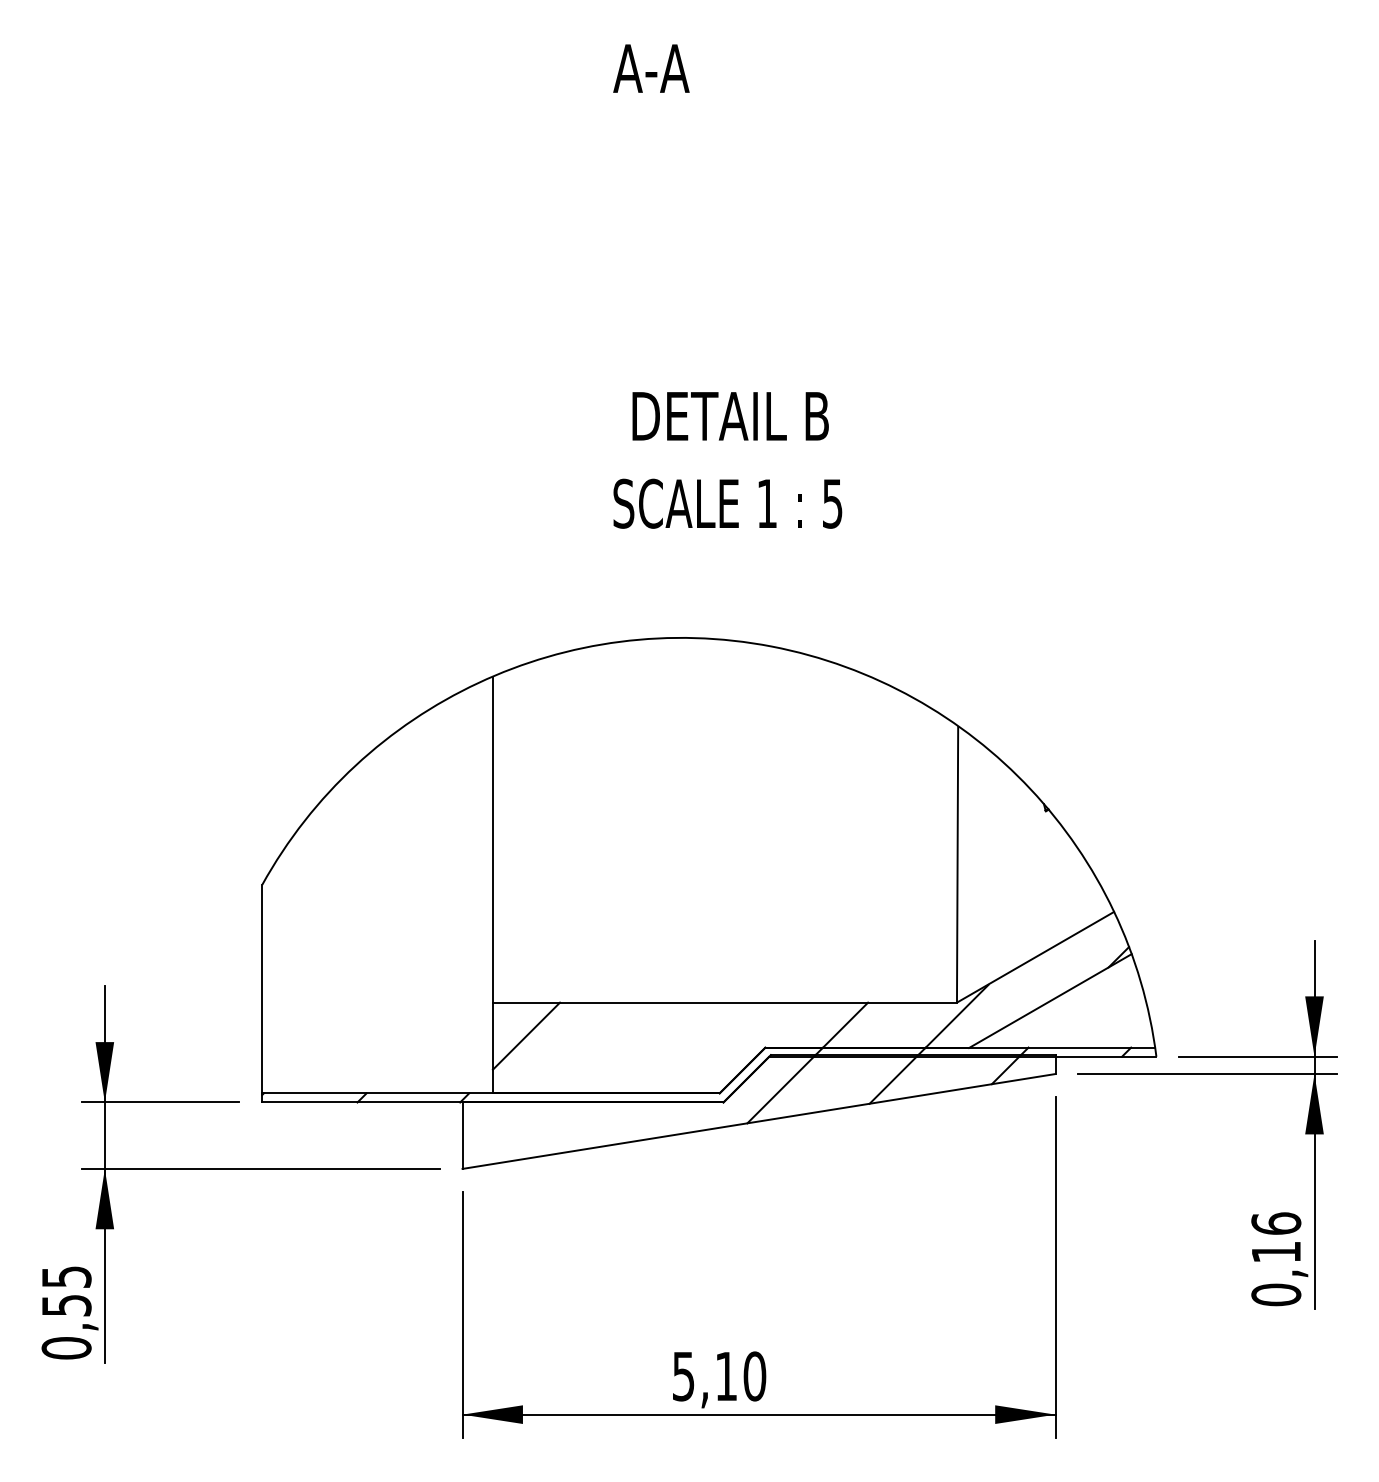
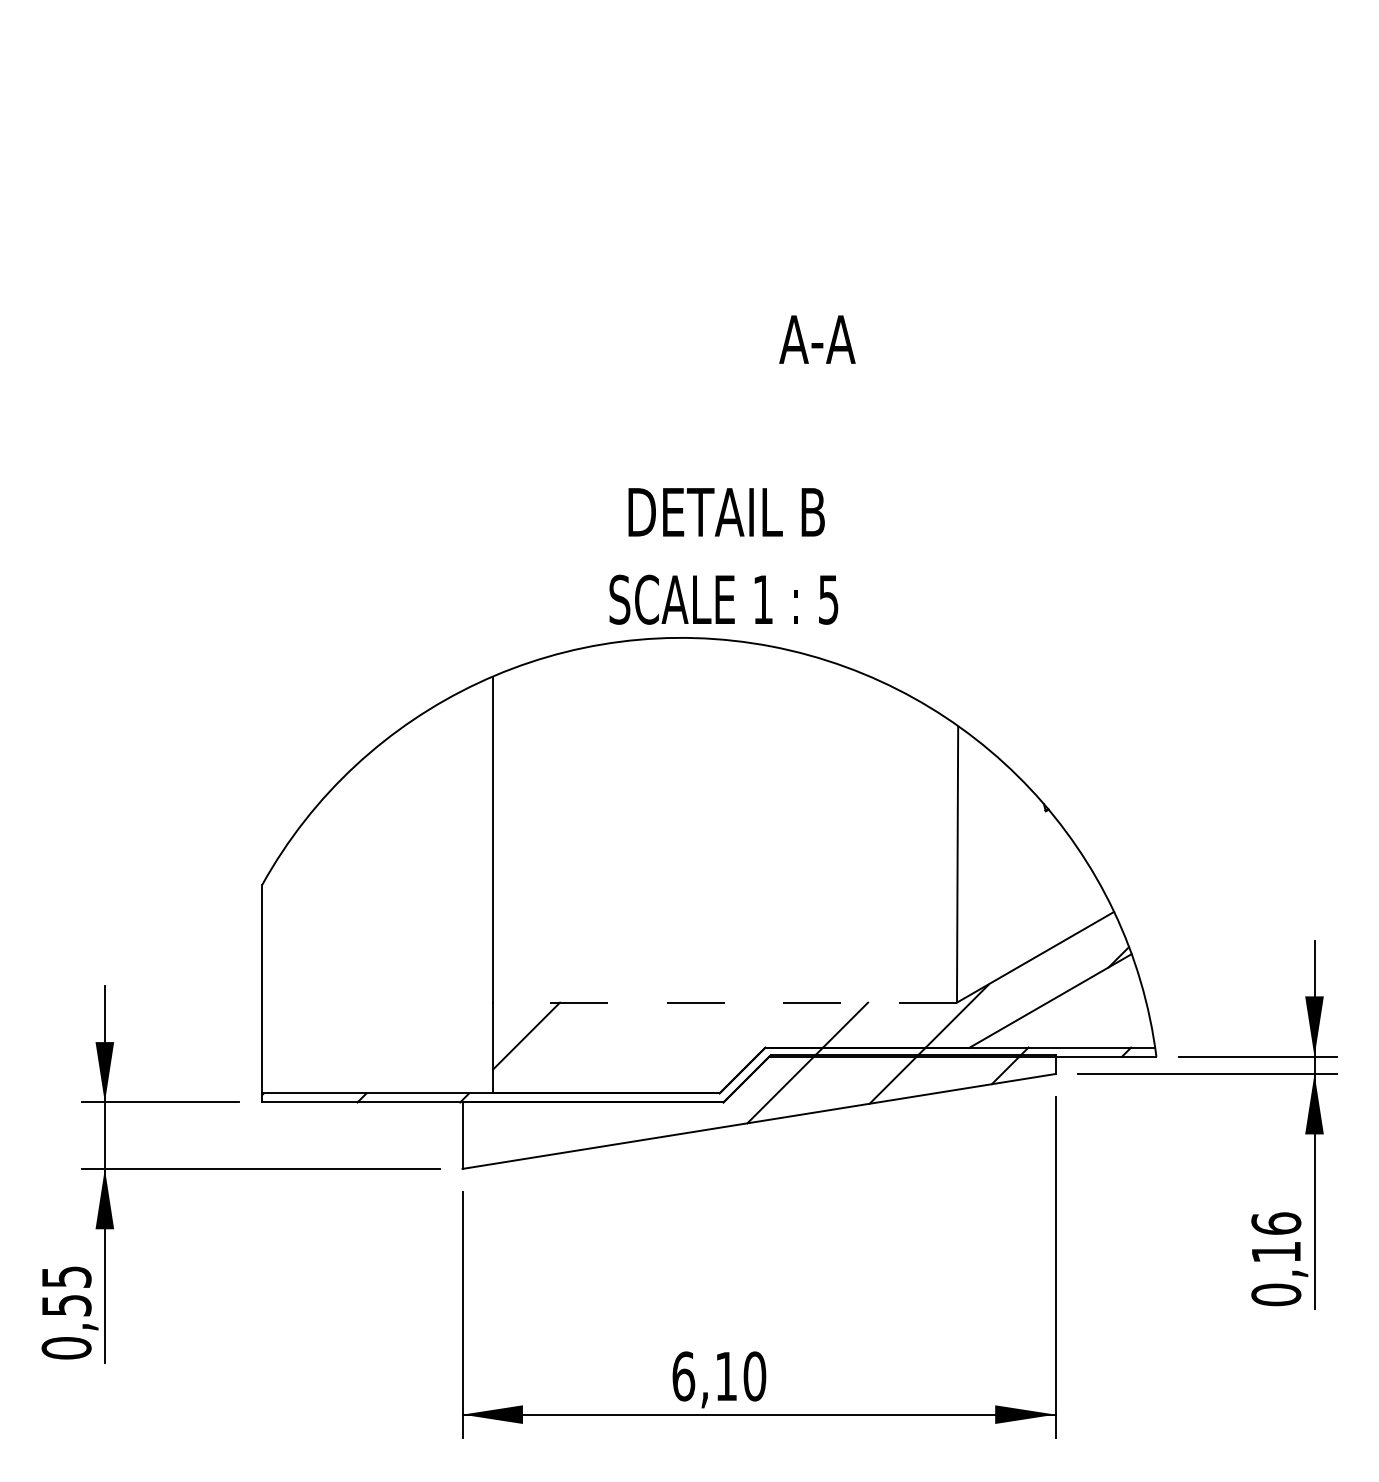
text at (651, 68) position: (651, 68) -> (817, 339)
text at (727, 460) position: (727, 460) -> (723, 556)
line at (724, 1002): solid -> dashed
text at (683, 1376): 5,10 -> 6,10
